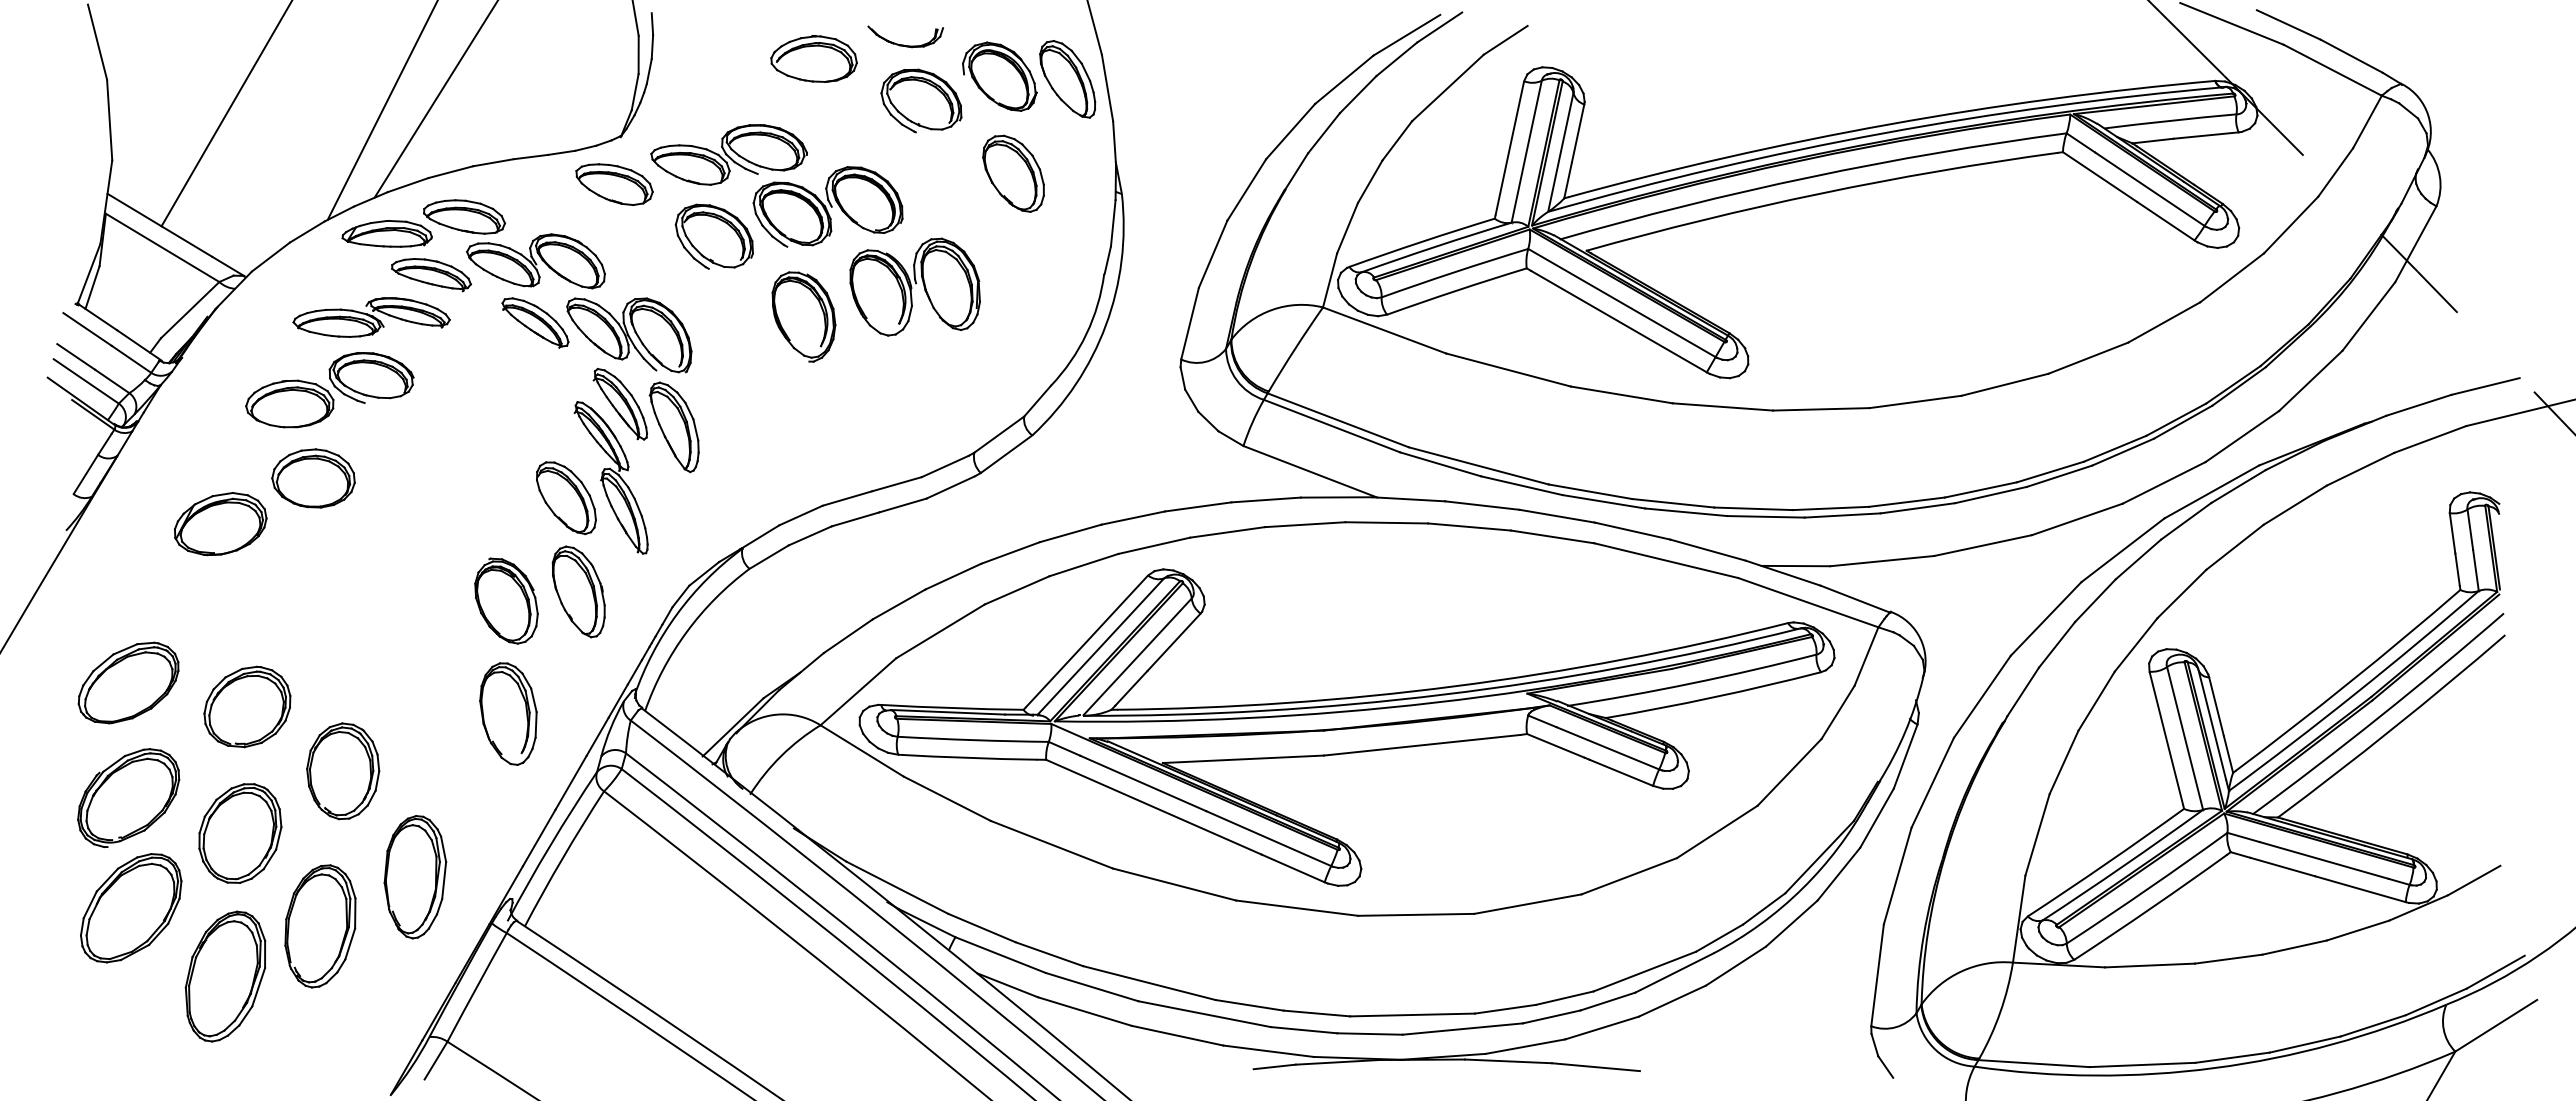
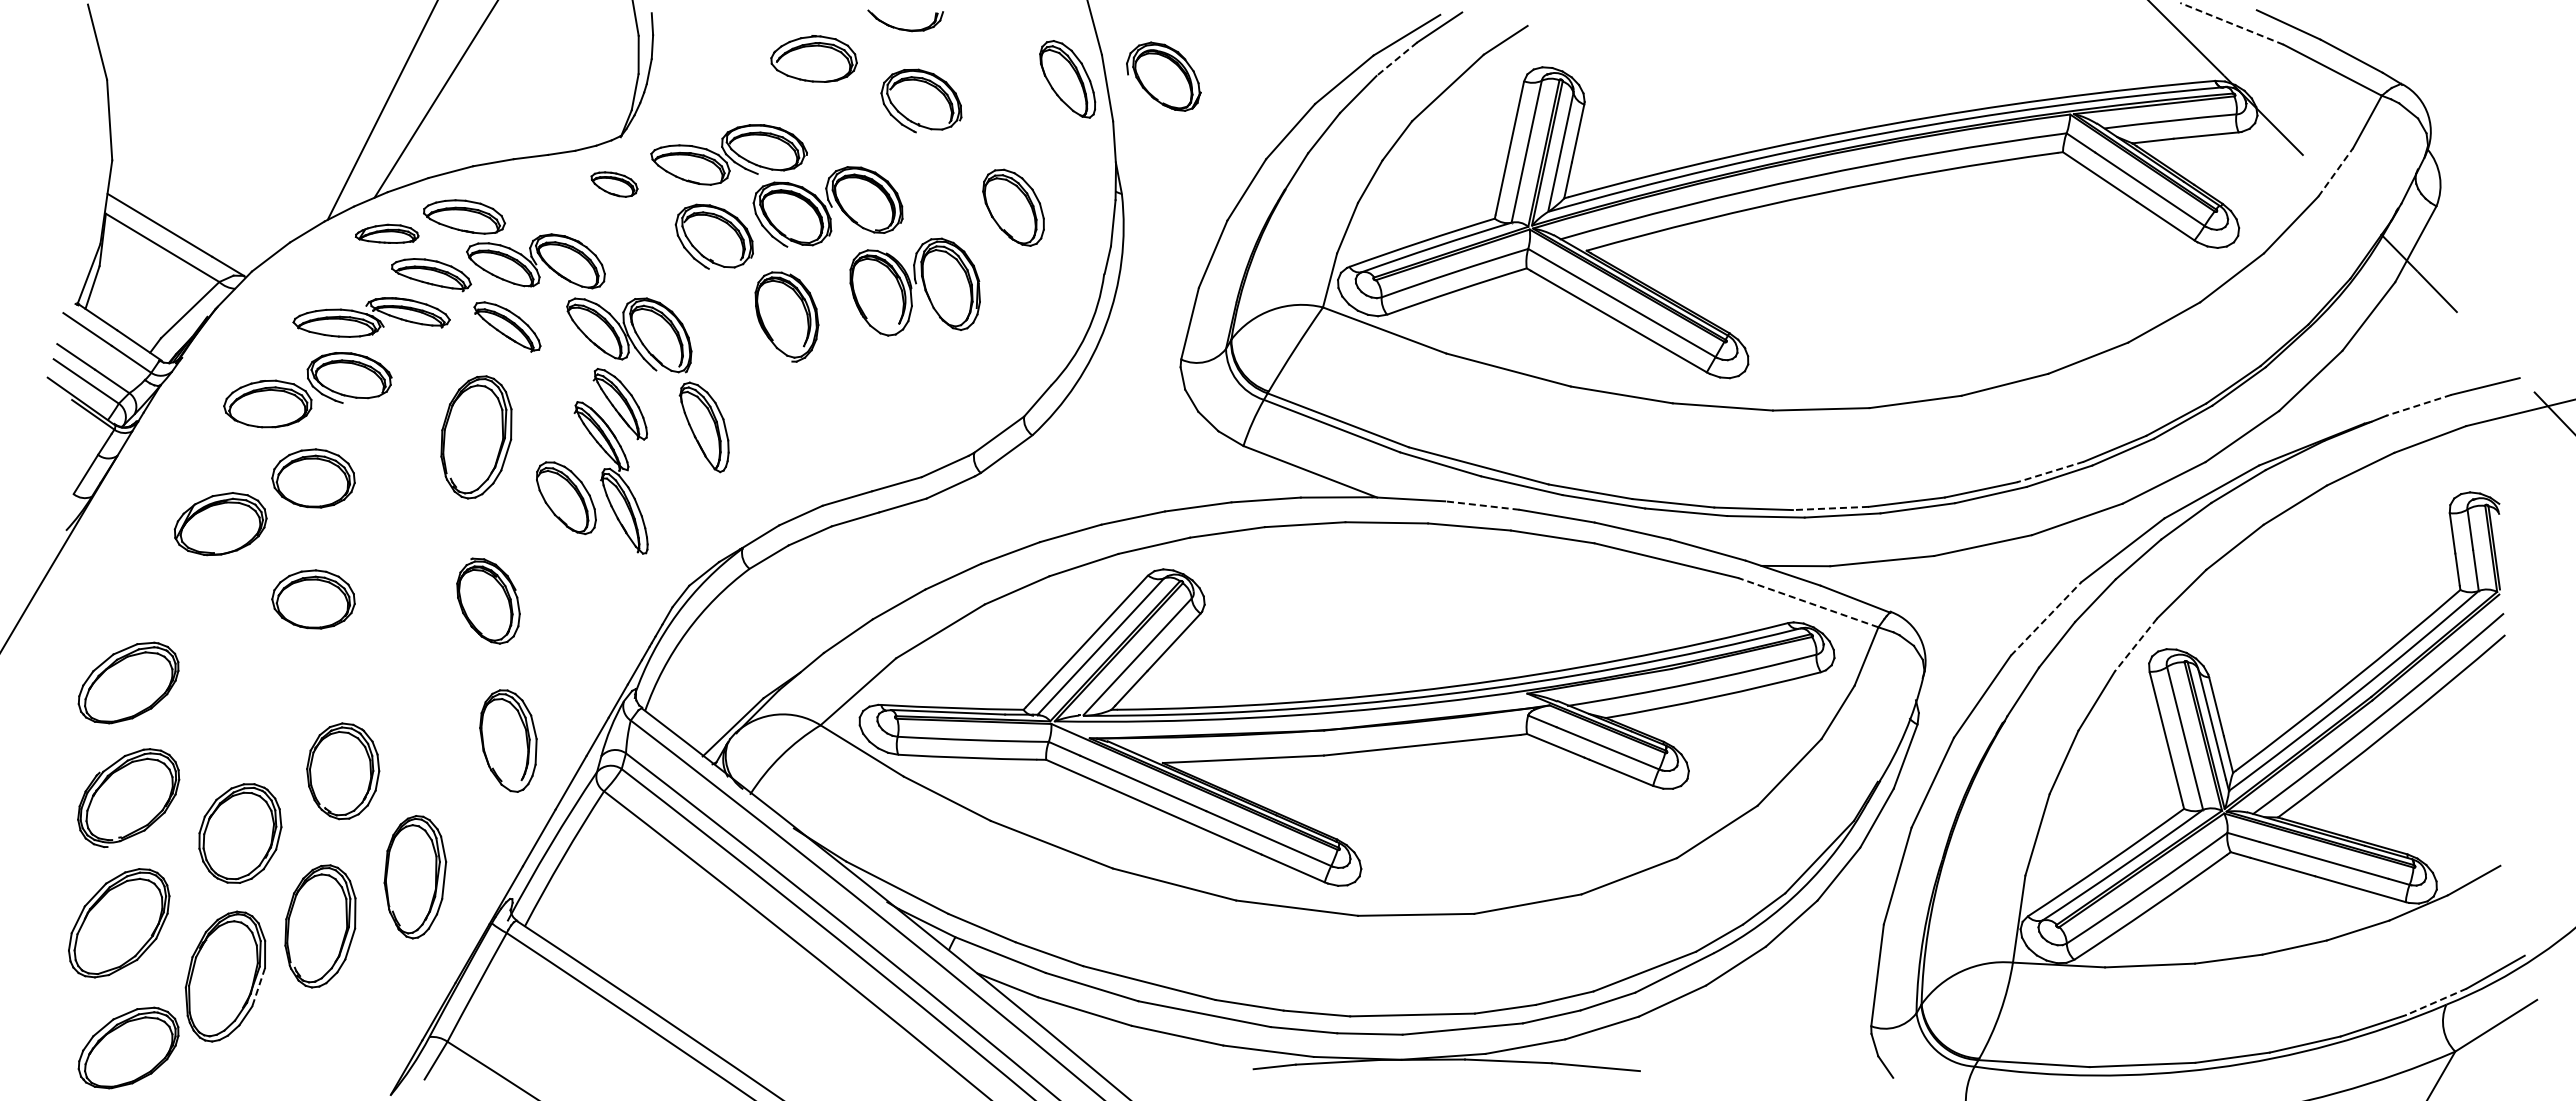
line at (2232, 23): solid -> dashed
part at (904, 44) position: (904, 44) -> (904, 28)
line at (1396, 59): solid -> dashed
part at (999, 76) position: (999, 76) -> (1163, 76)
line at (225, 114): present -> none
line at (2335, 172): solid -> dashed
part at (1013, 173) position: (1013, 173) -> (1013, 207)
part at (614, 184) size: 79x43 px -> 49x27 px
part at (386, 233) size: 92x28 px -> 66x21 px
part at (803, 316) position: (803, 316) -> (786, 316)
part at (535, 322) position: (535, 322) -> (507, 326)
part at (329, 390) position: (329, 390) -> (307, 390)
line at (2418, 405): solid -> dashed
part at (673, 427) position: (673, 427) -> (703, 427)
part at (476, 437): none -> present
line at (2049, 472): solid -> dashed
line at (1481, 505): solid -> dashed
line at (1830, 508): solid -> dashed
part at (578, 591): present -> none
part at (313, 599): none -> present
part at (506, 600) position: (506, 600) -> (488, 600)
line at (1807, 602): solid -> dashed
line at (2046, 618): solid -> dashed
line at (2135, 645): solid -> dashed
part at (247, 706): present -> none
part at (508, 713) position: (508, 713) -> (508, 740)
part at (131, 908) position: (131, 908) -> (119, 923)
line at (258, 987): solid -> dashed
line at (2435, 1002): solid -> dashed
part at (128, 1047): none -> present
